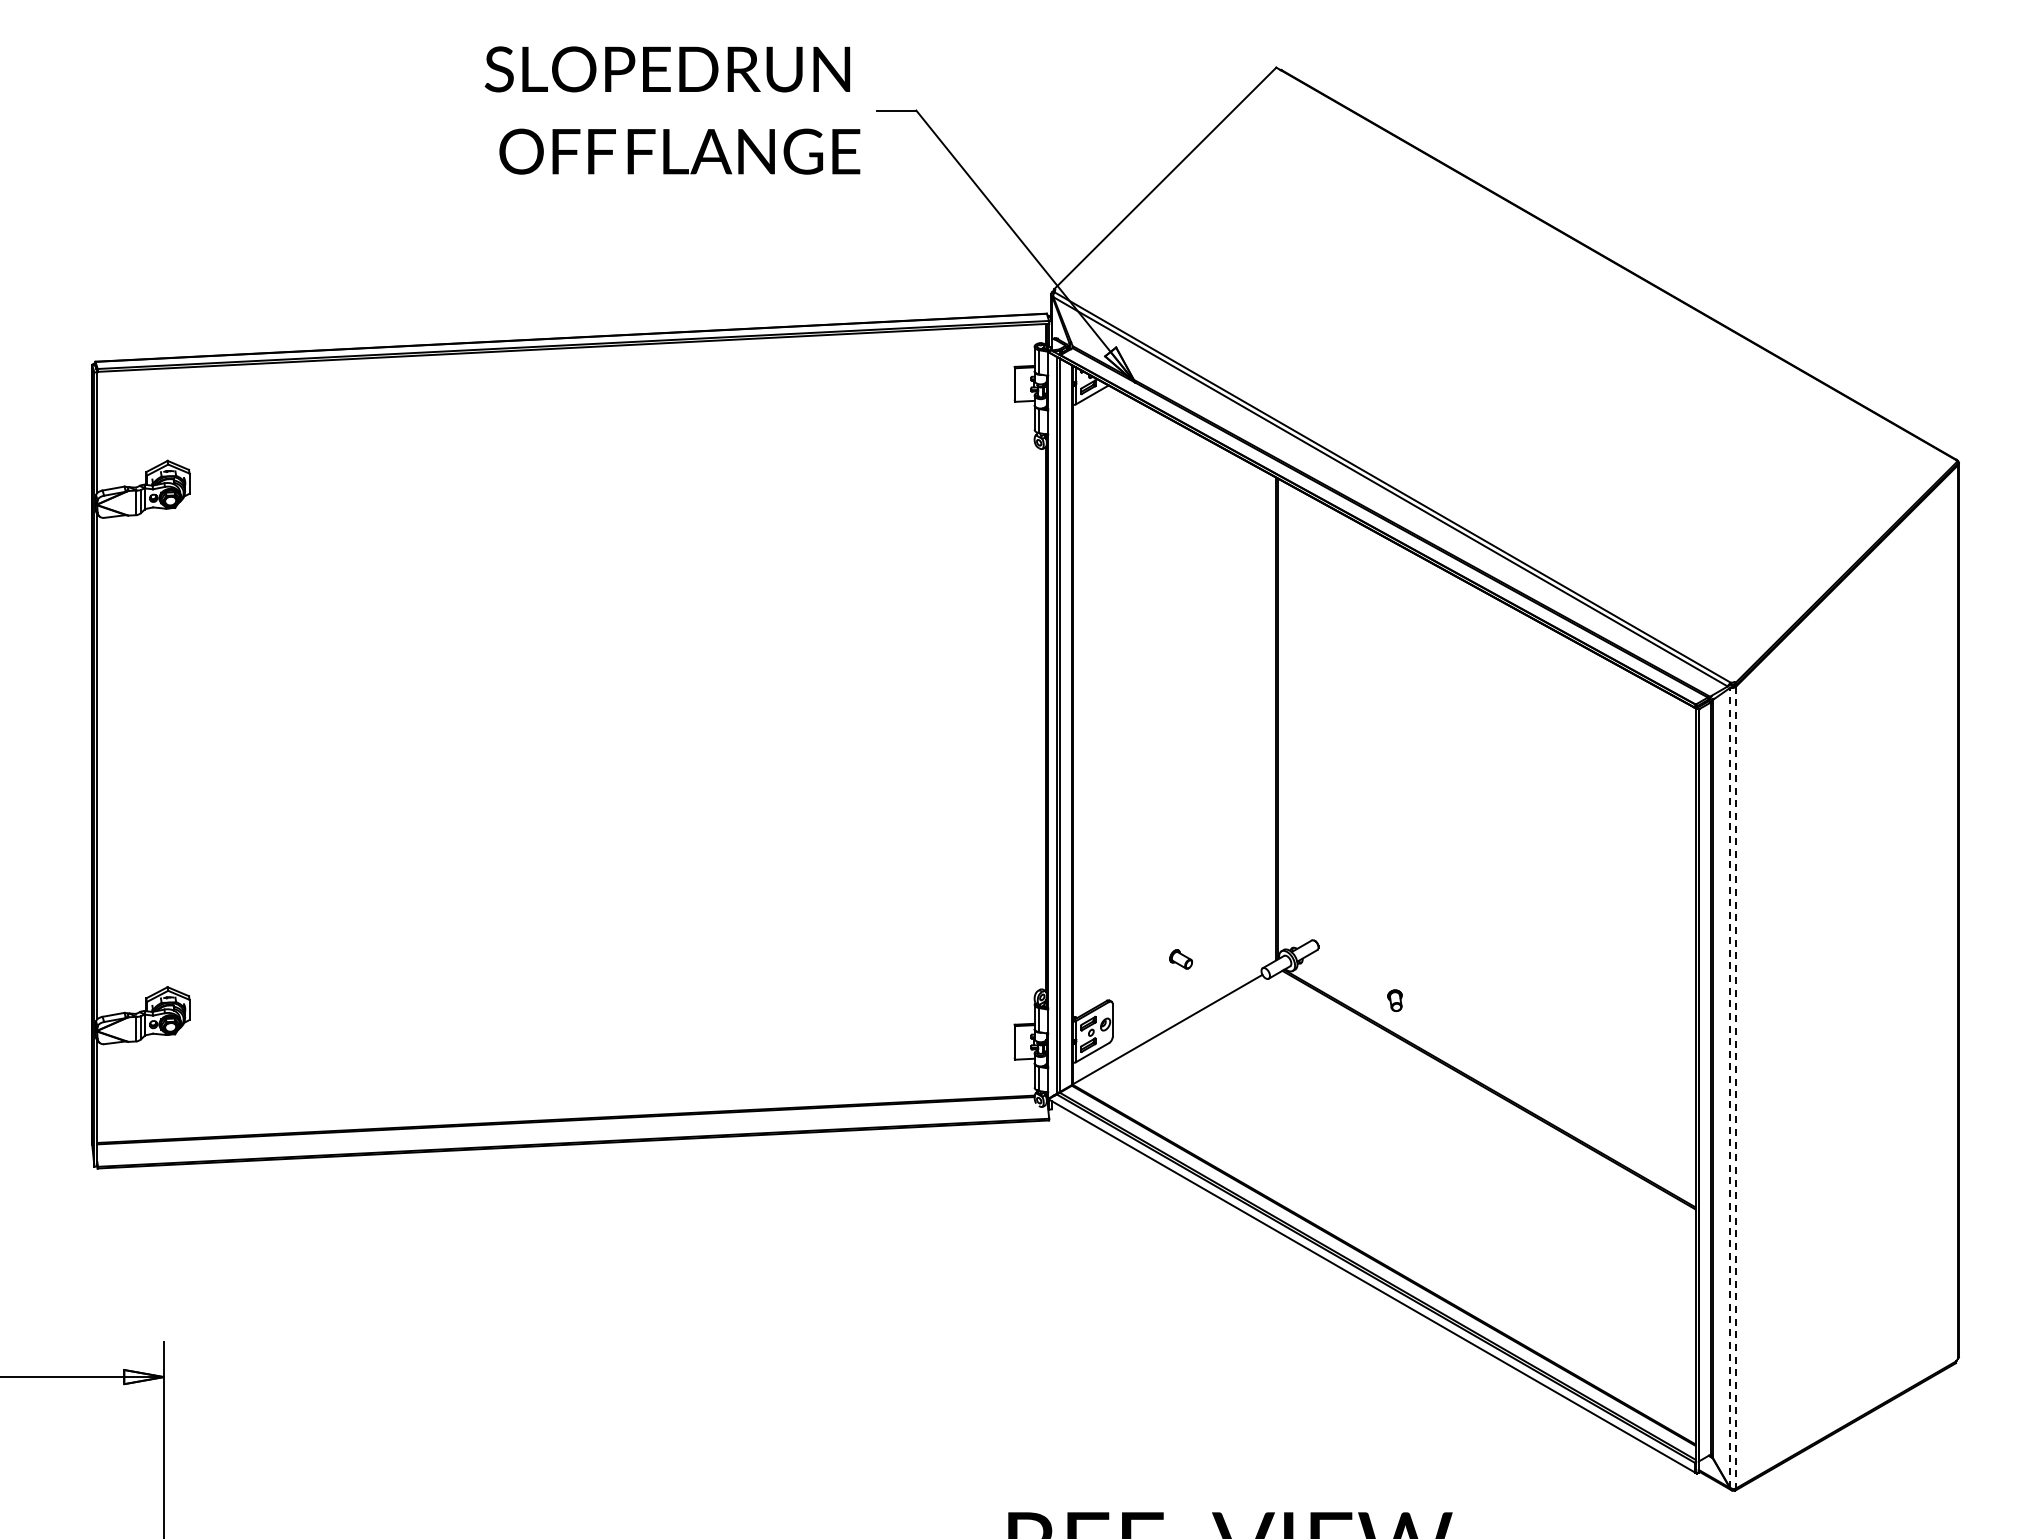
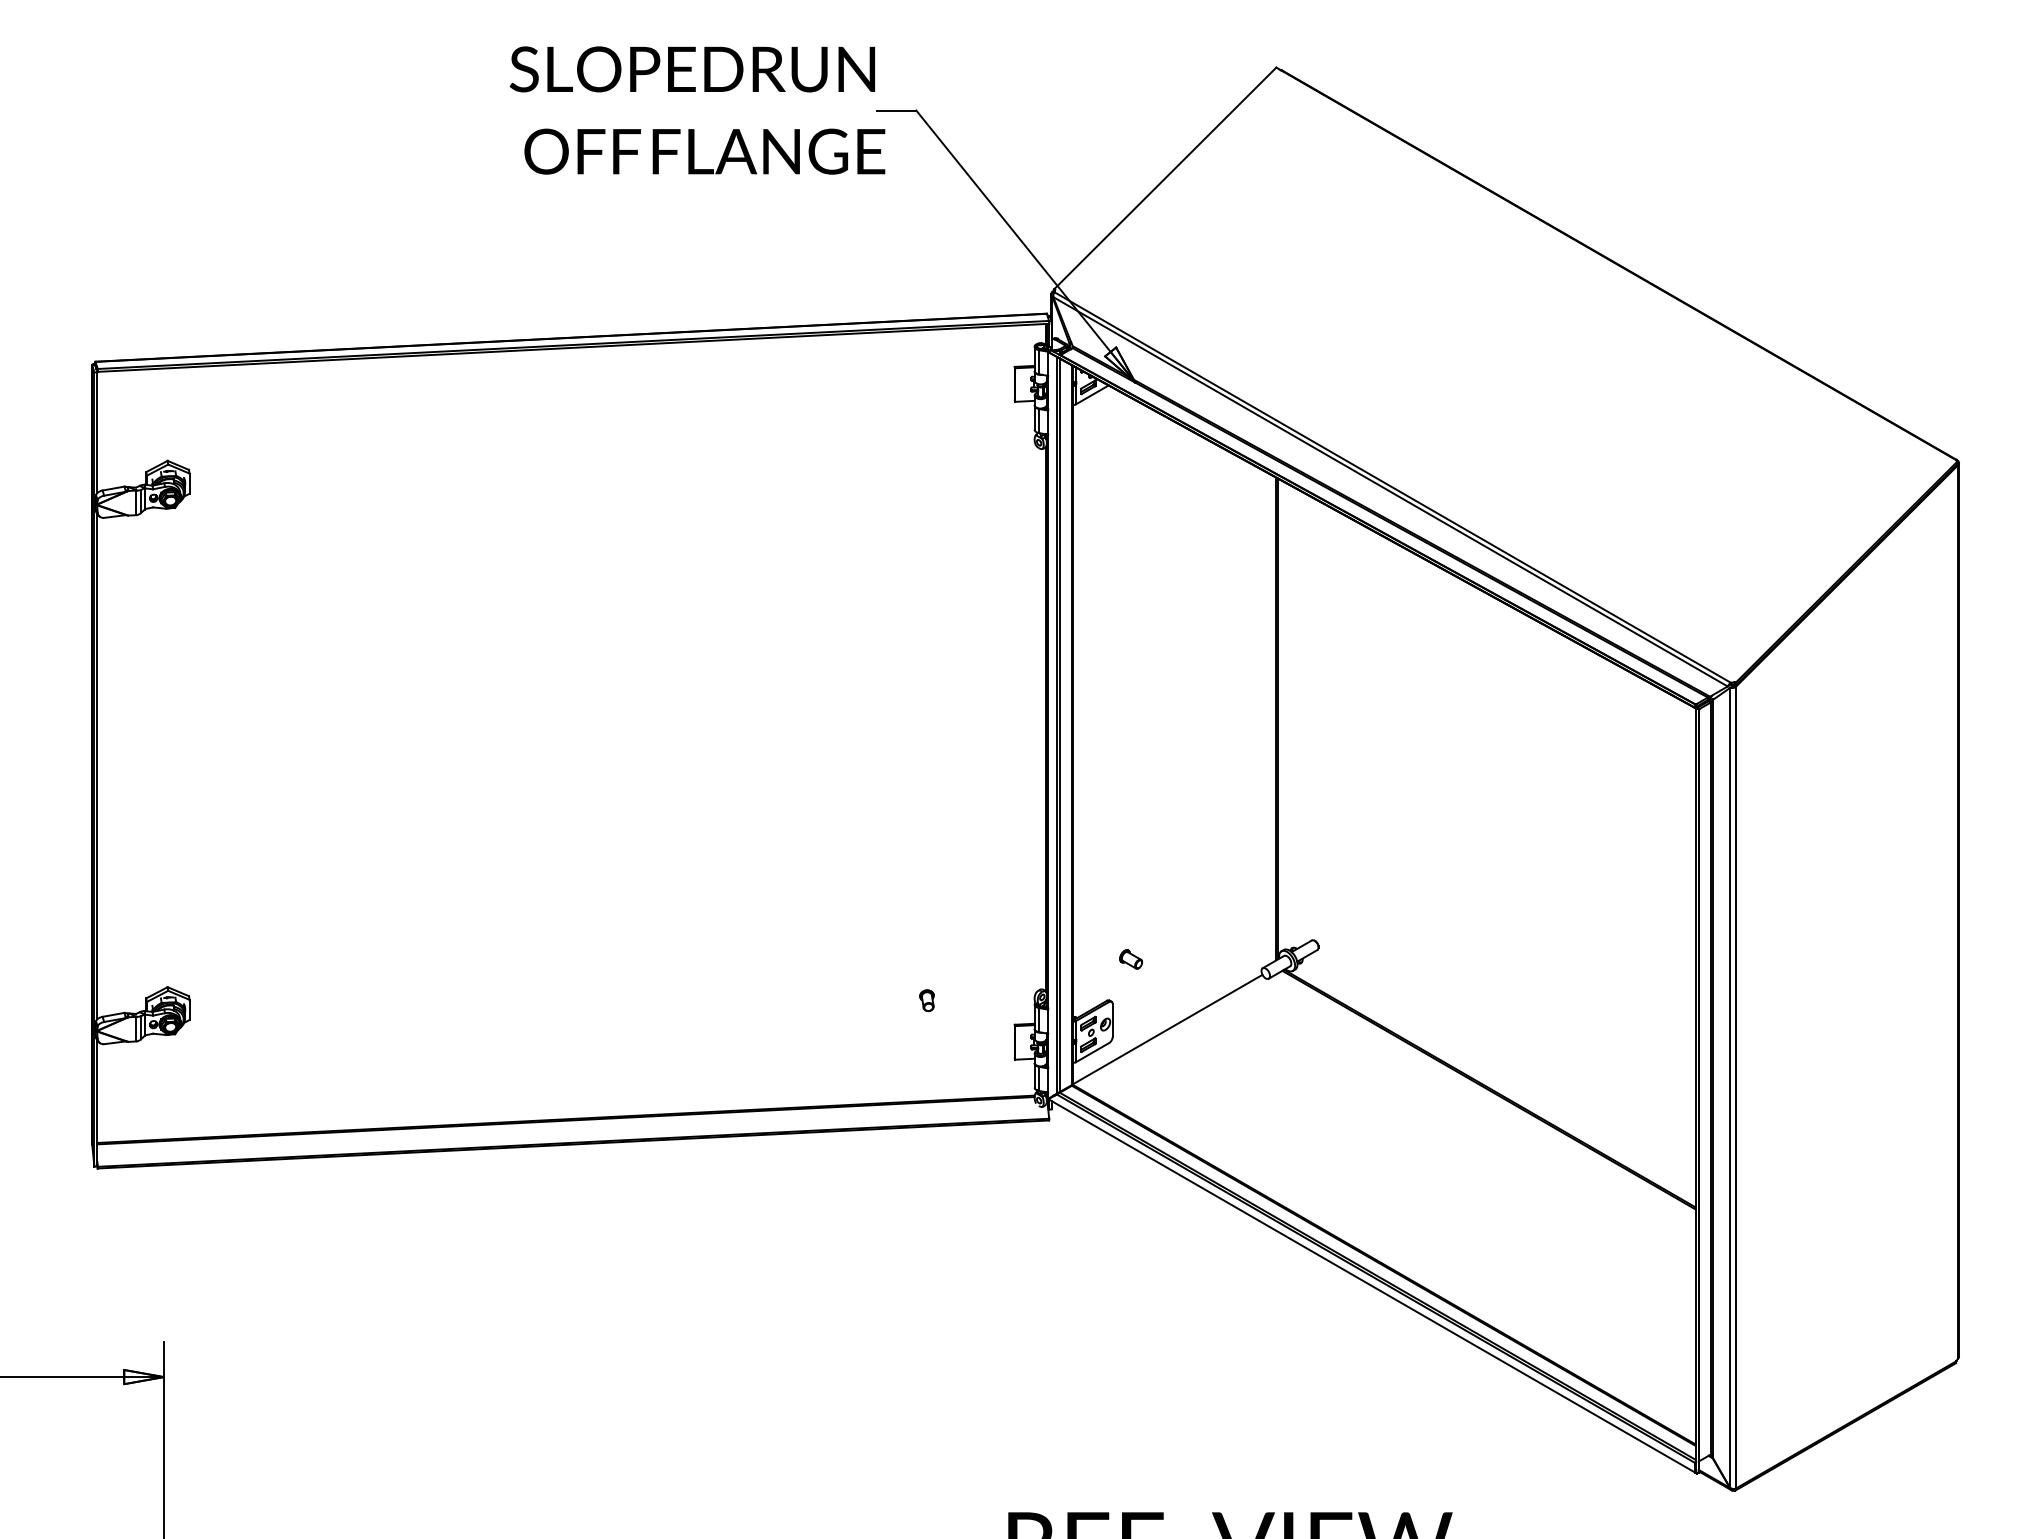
text at (672, 110) position: (672, 110) -> (697, 110)
part at (1180, 959) position: (1180, 959) -> (1130, 959)
part at (1394, 1000) position: (1394, 1000) -> (926, 1000)
line at (1730, 1087): dashed -> solid
line at (1736, 1087): dashed -> solid
